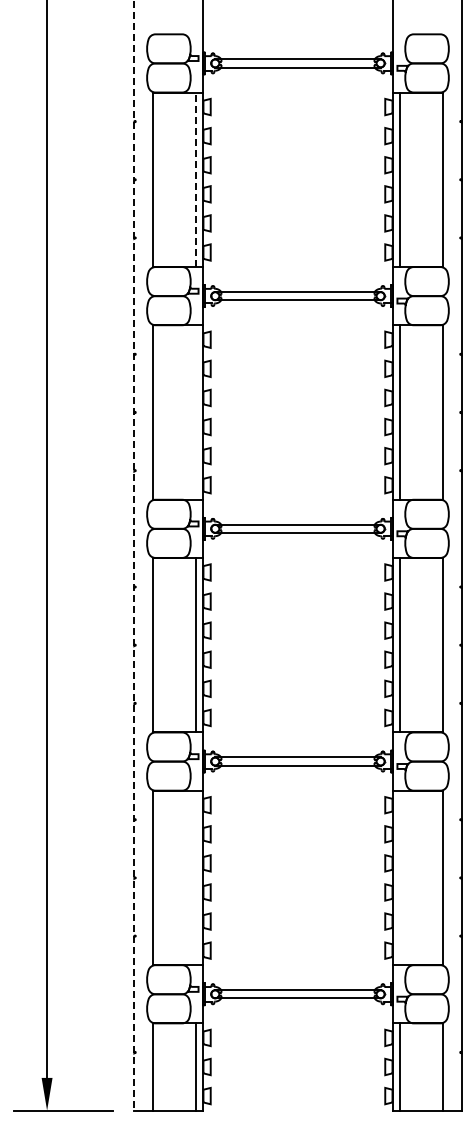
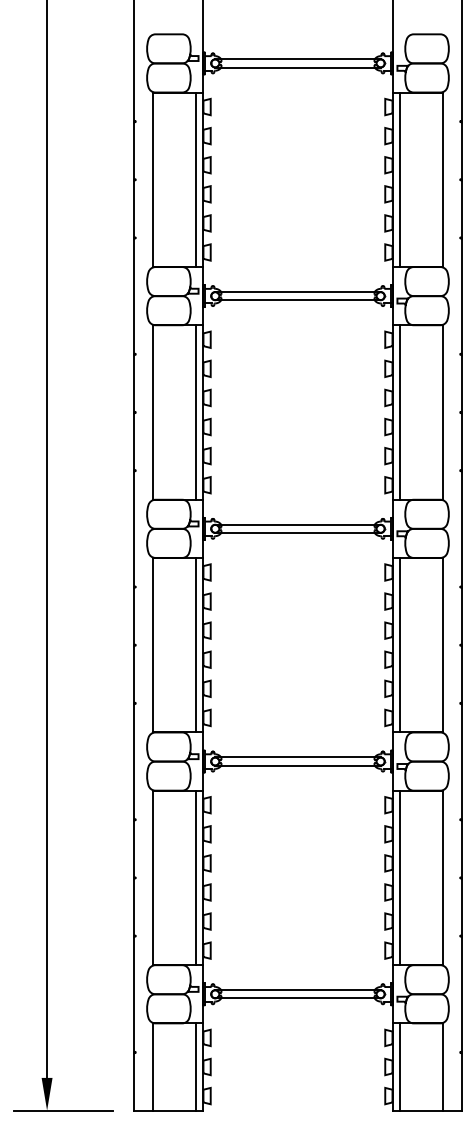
line at (196, 179): dashed -> solid
line at (196, 412): none -> present
line at (134, 555): dashed -> solid
line at (196, 877): none -> present
line at (399, 877): none -> present
